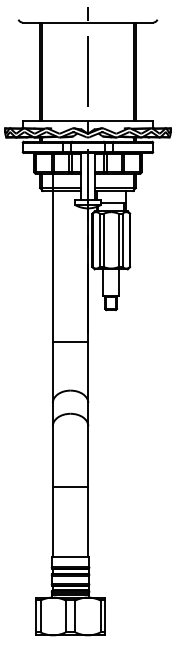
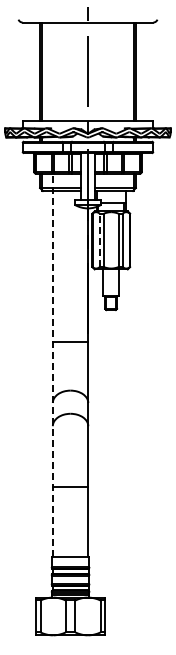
line at (99, 240): solid -> dashed
line at (52, 365): solid -> dashed
